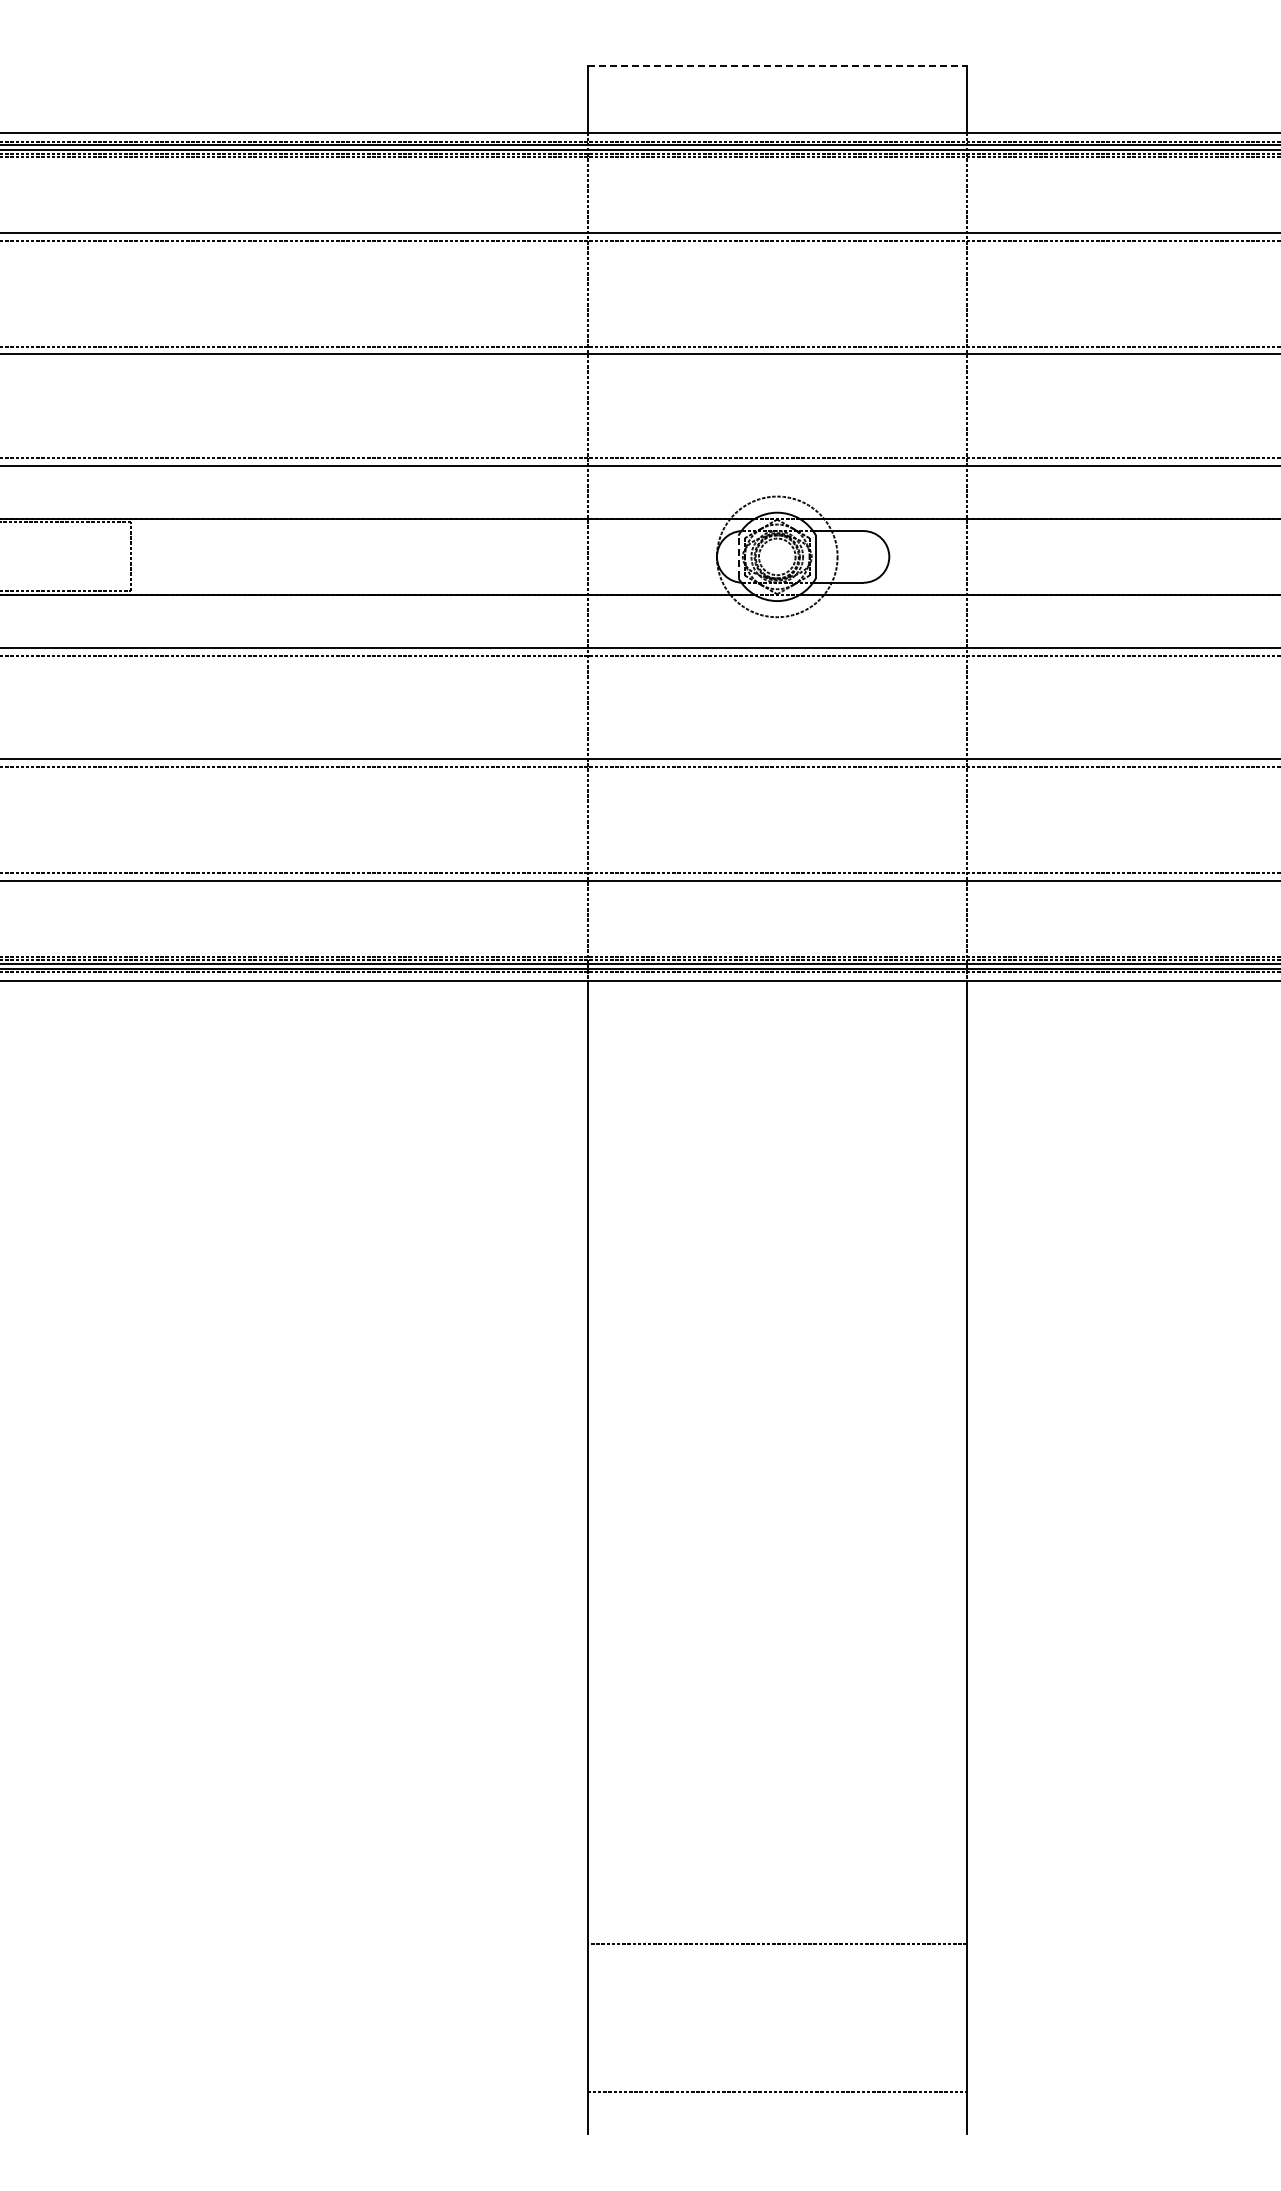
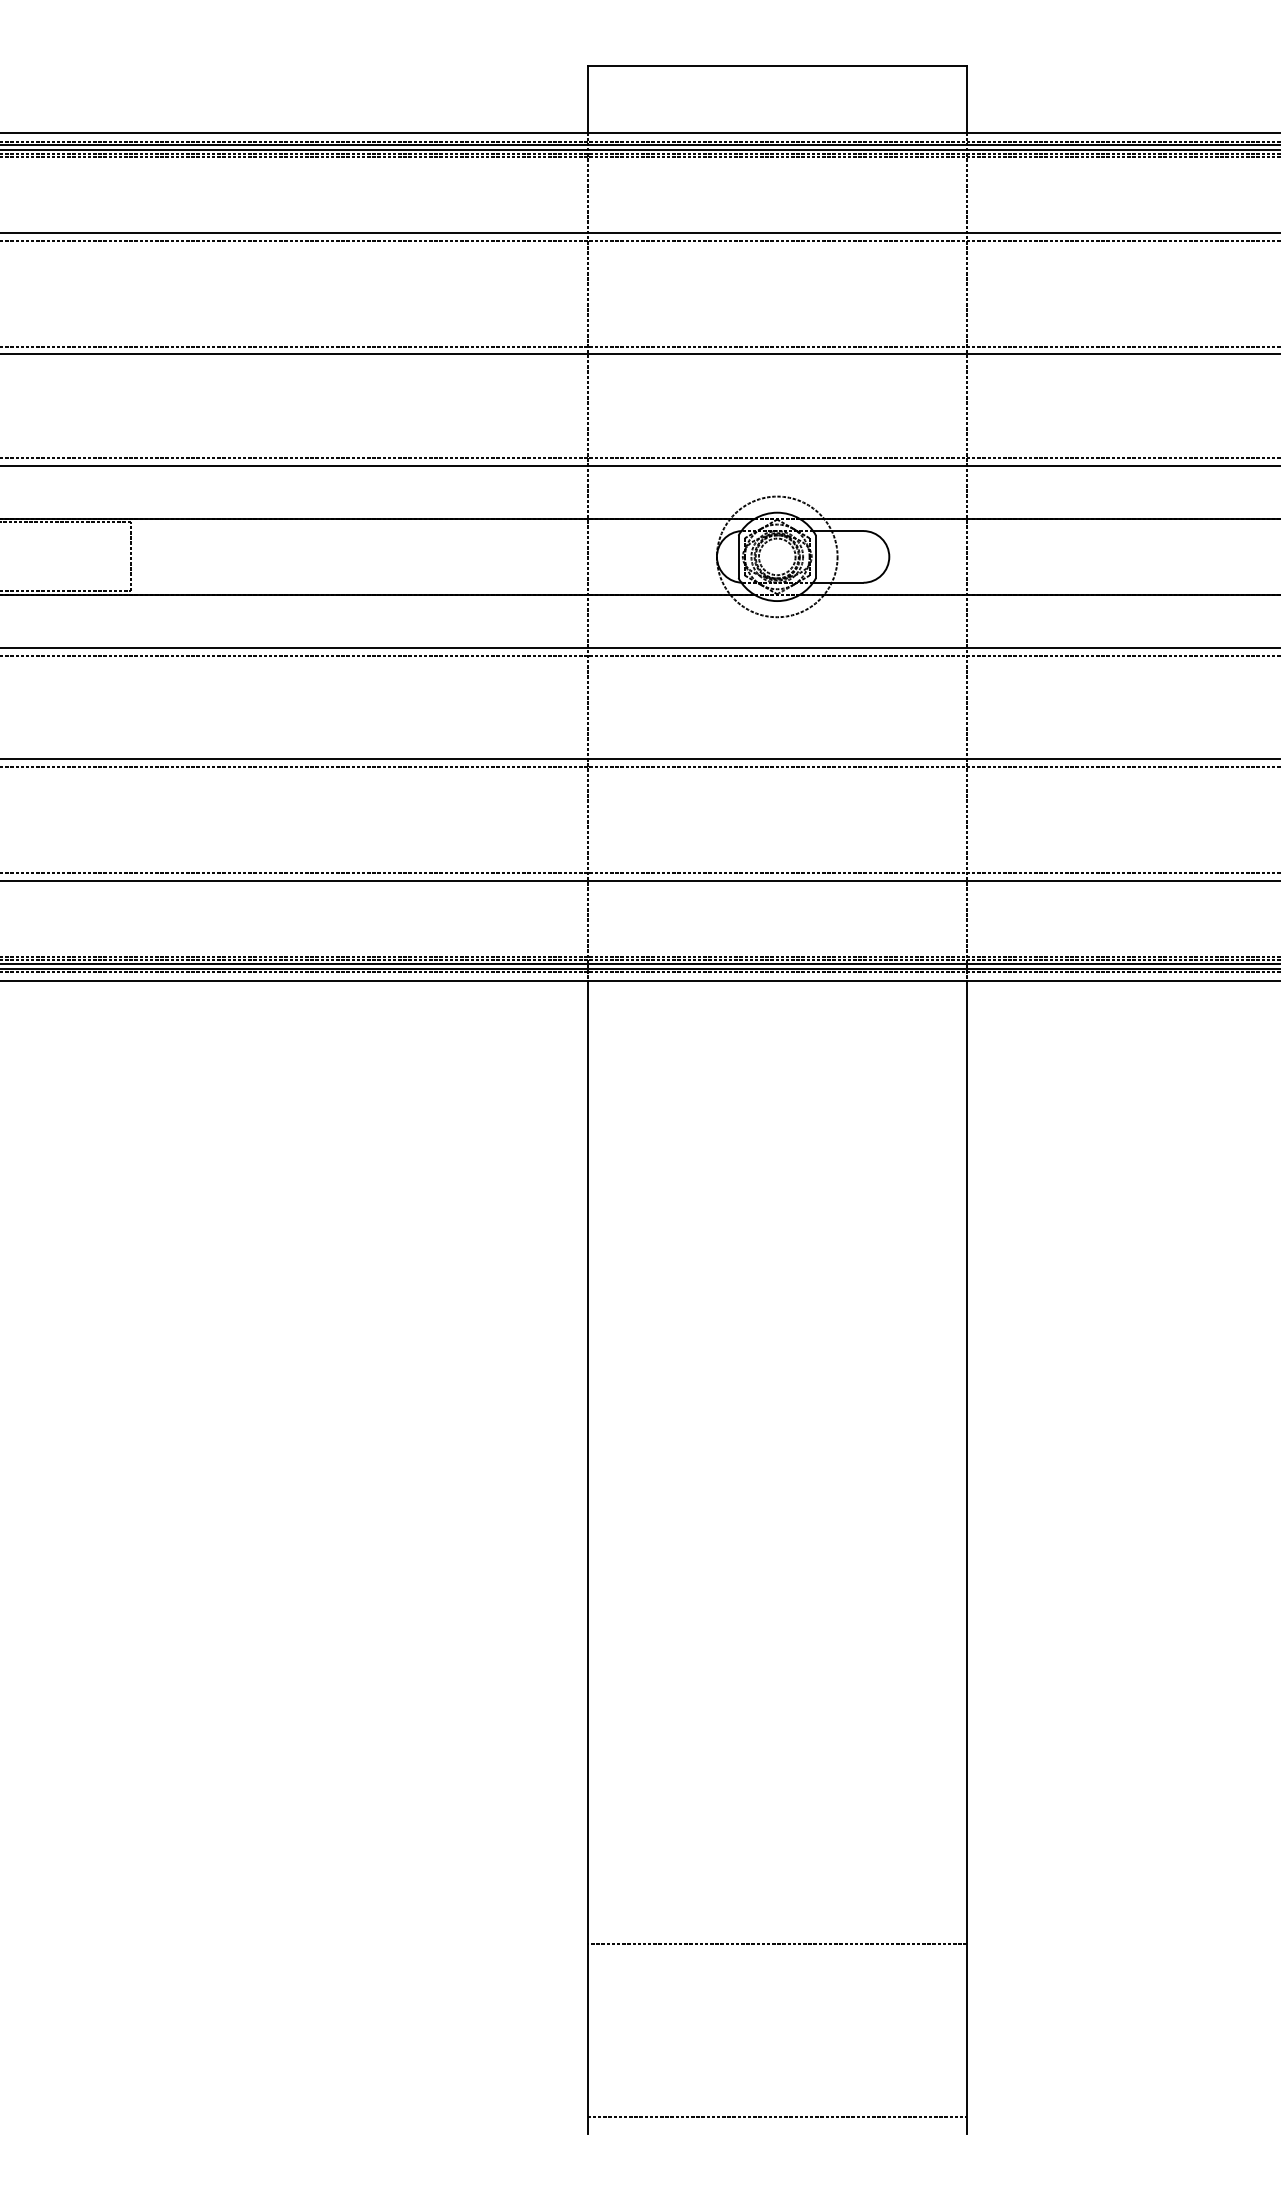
line at (777, 65): dashed -> solid
line at (738, 556): dashed -> solid
line at (776, 2091) position: (776, 2091) -> (776, 2116)
